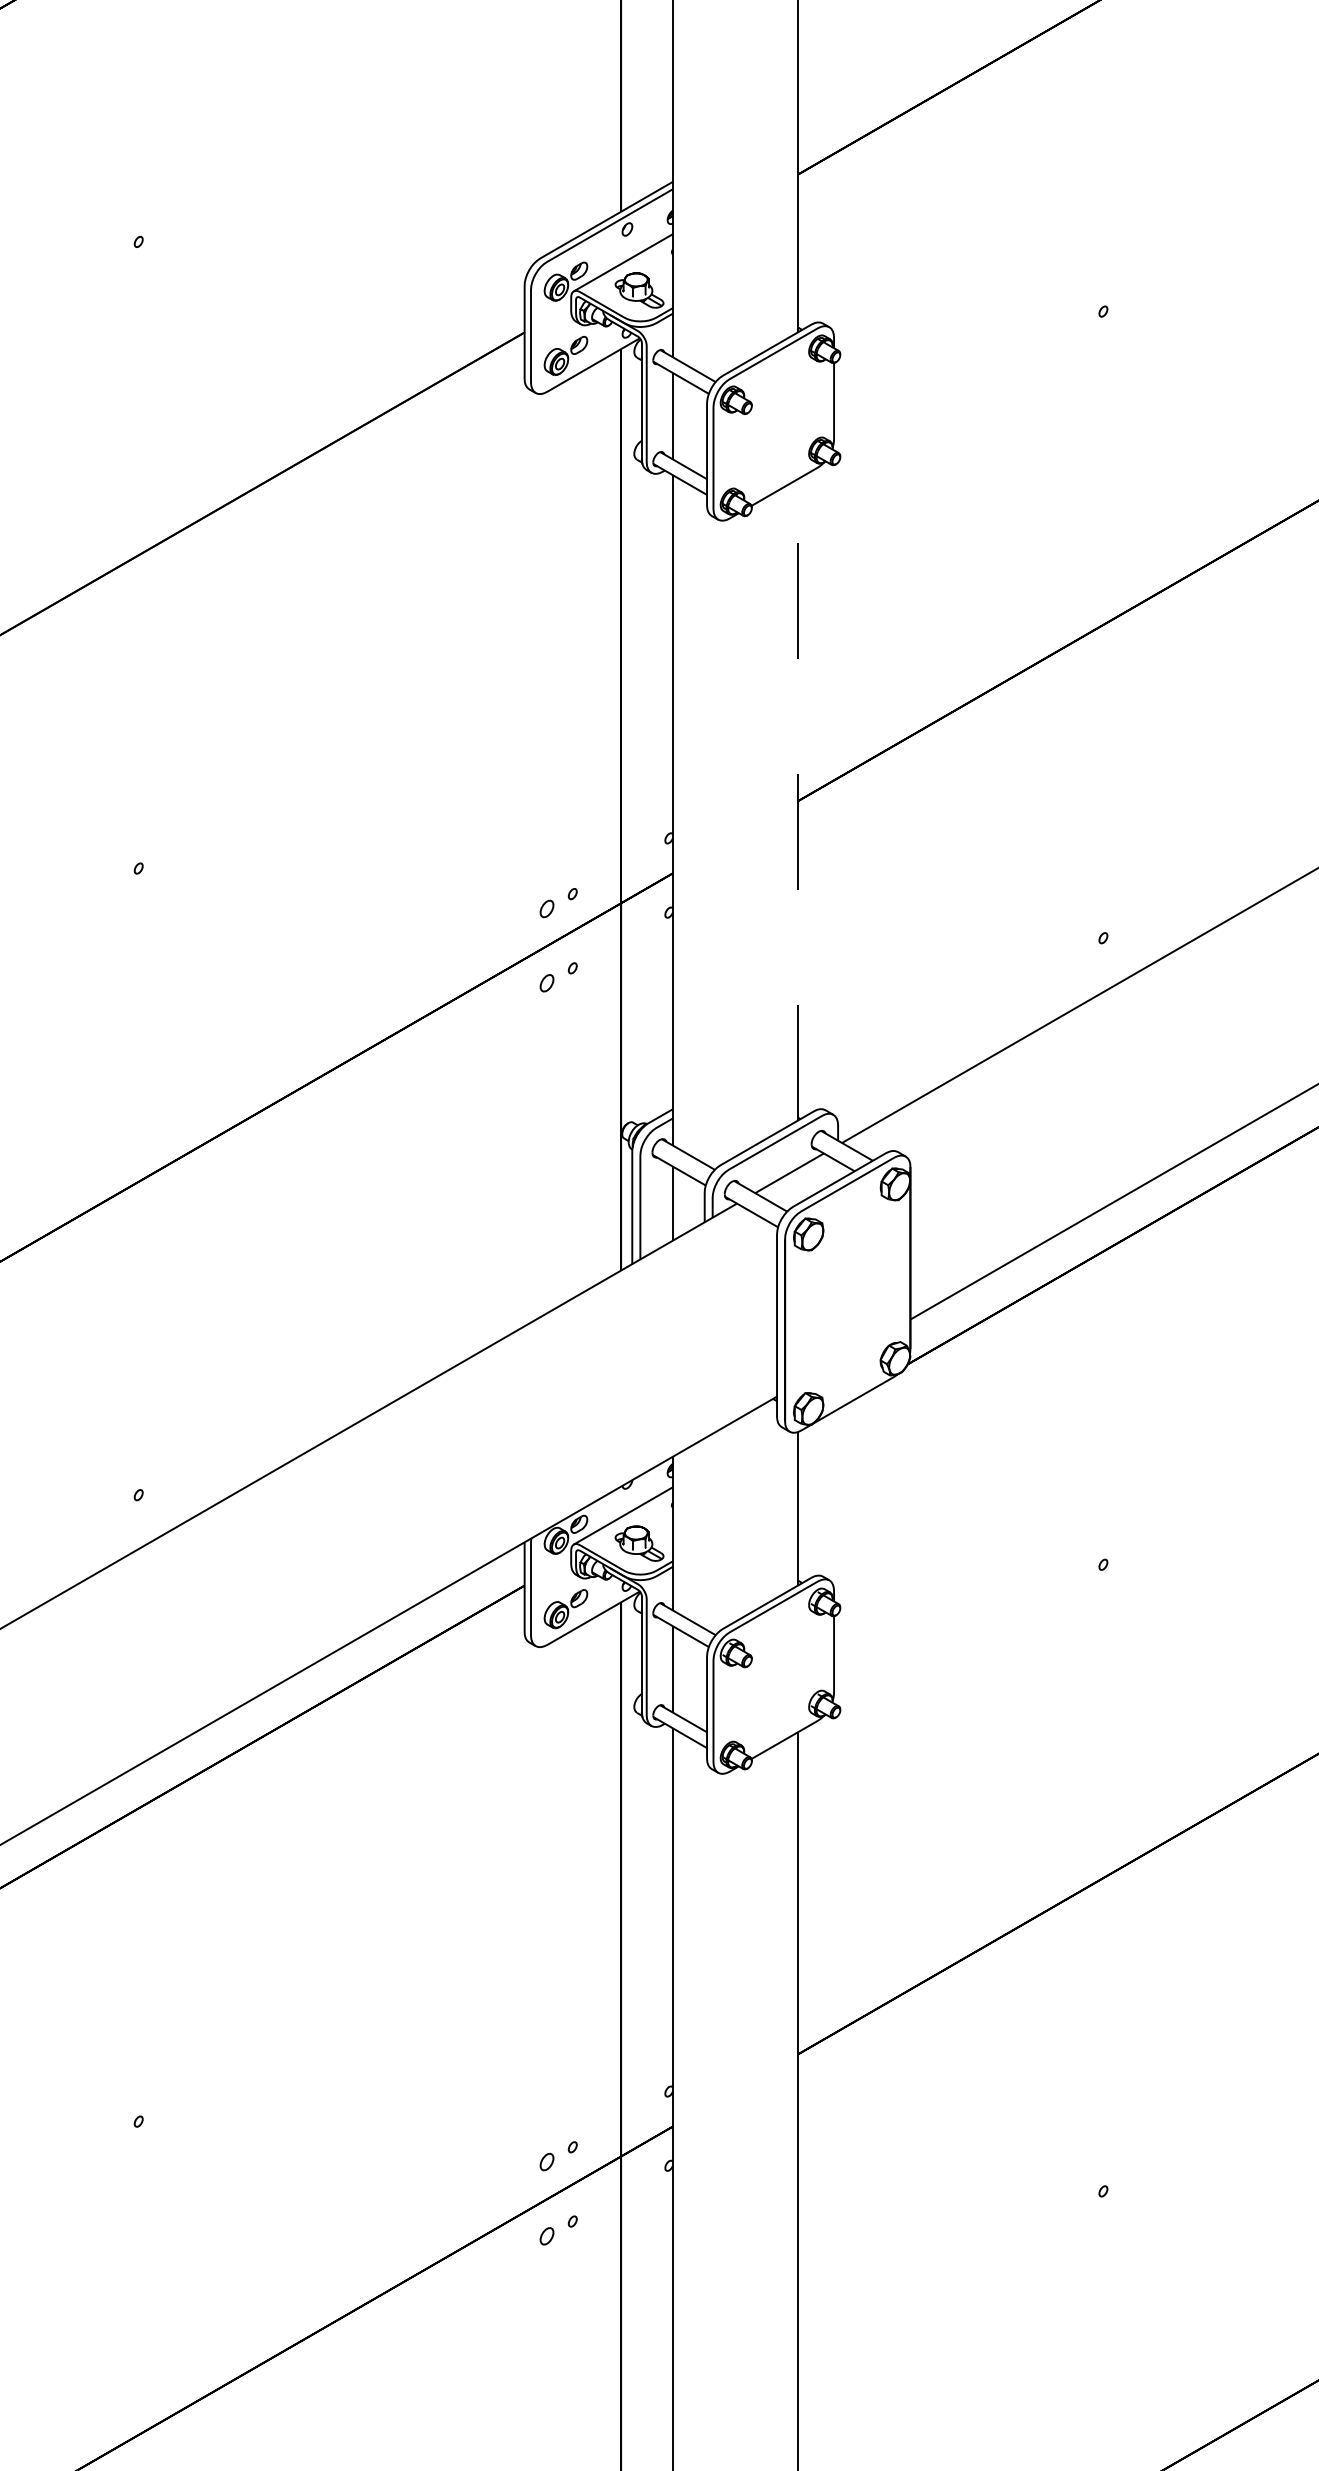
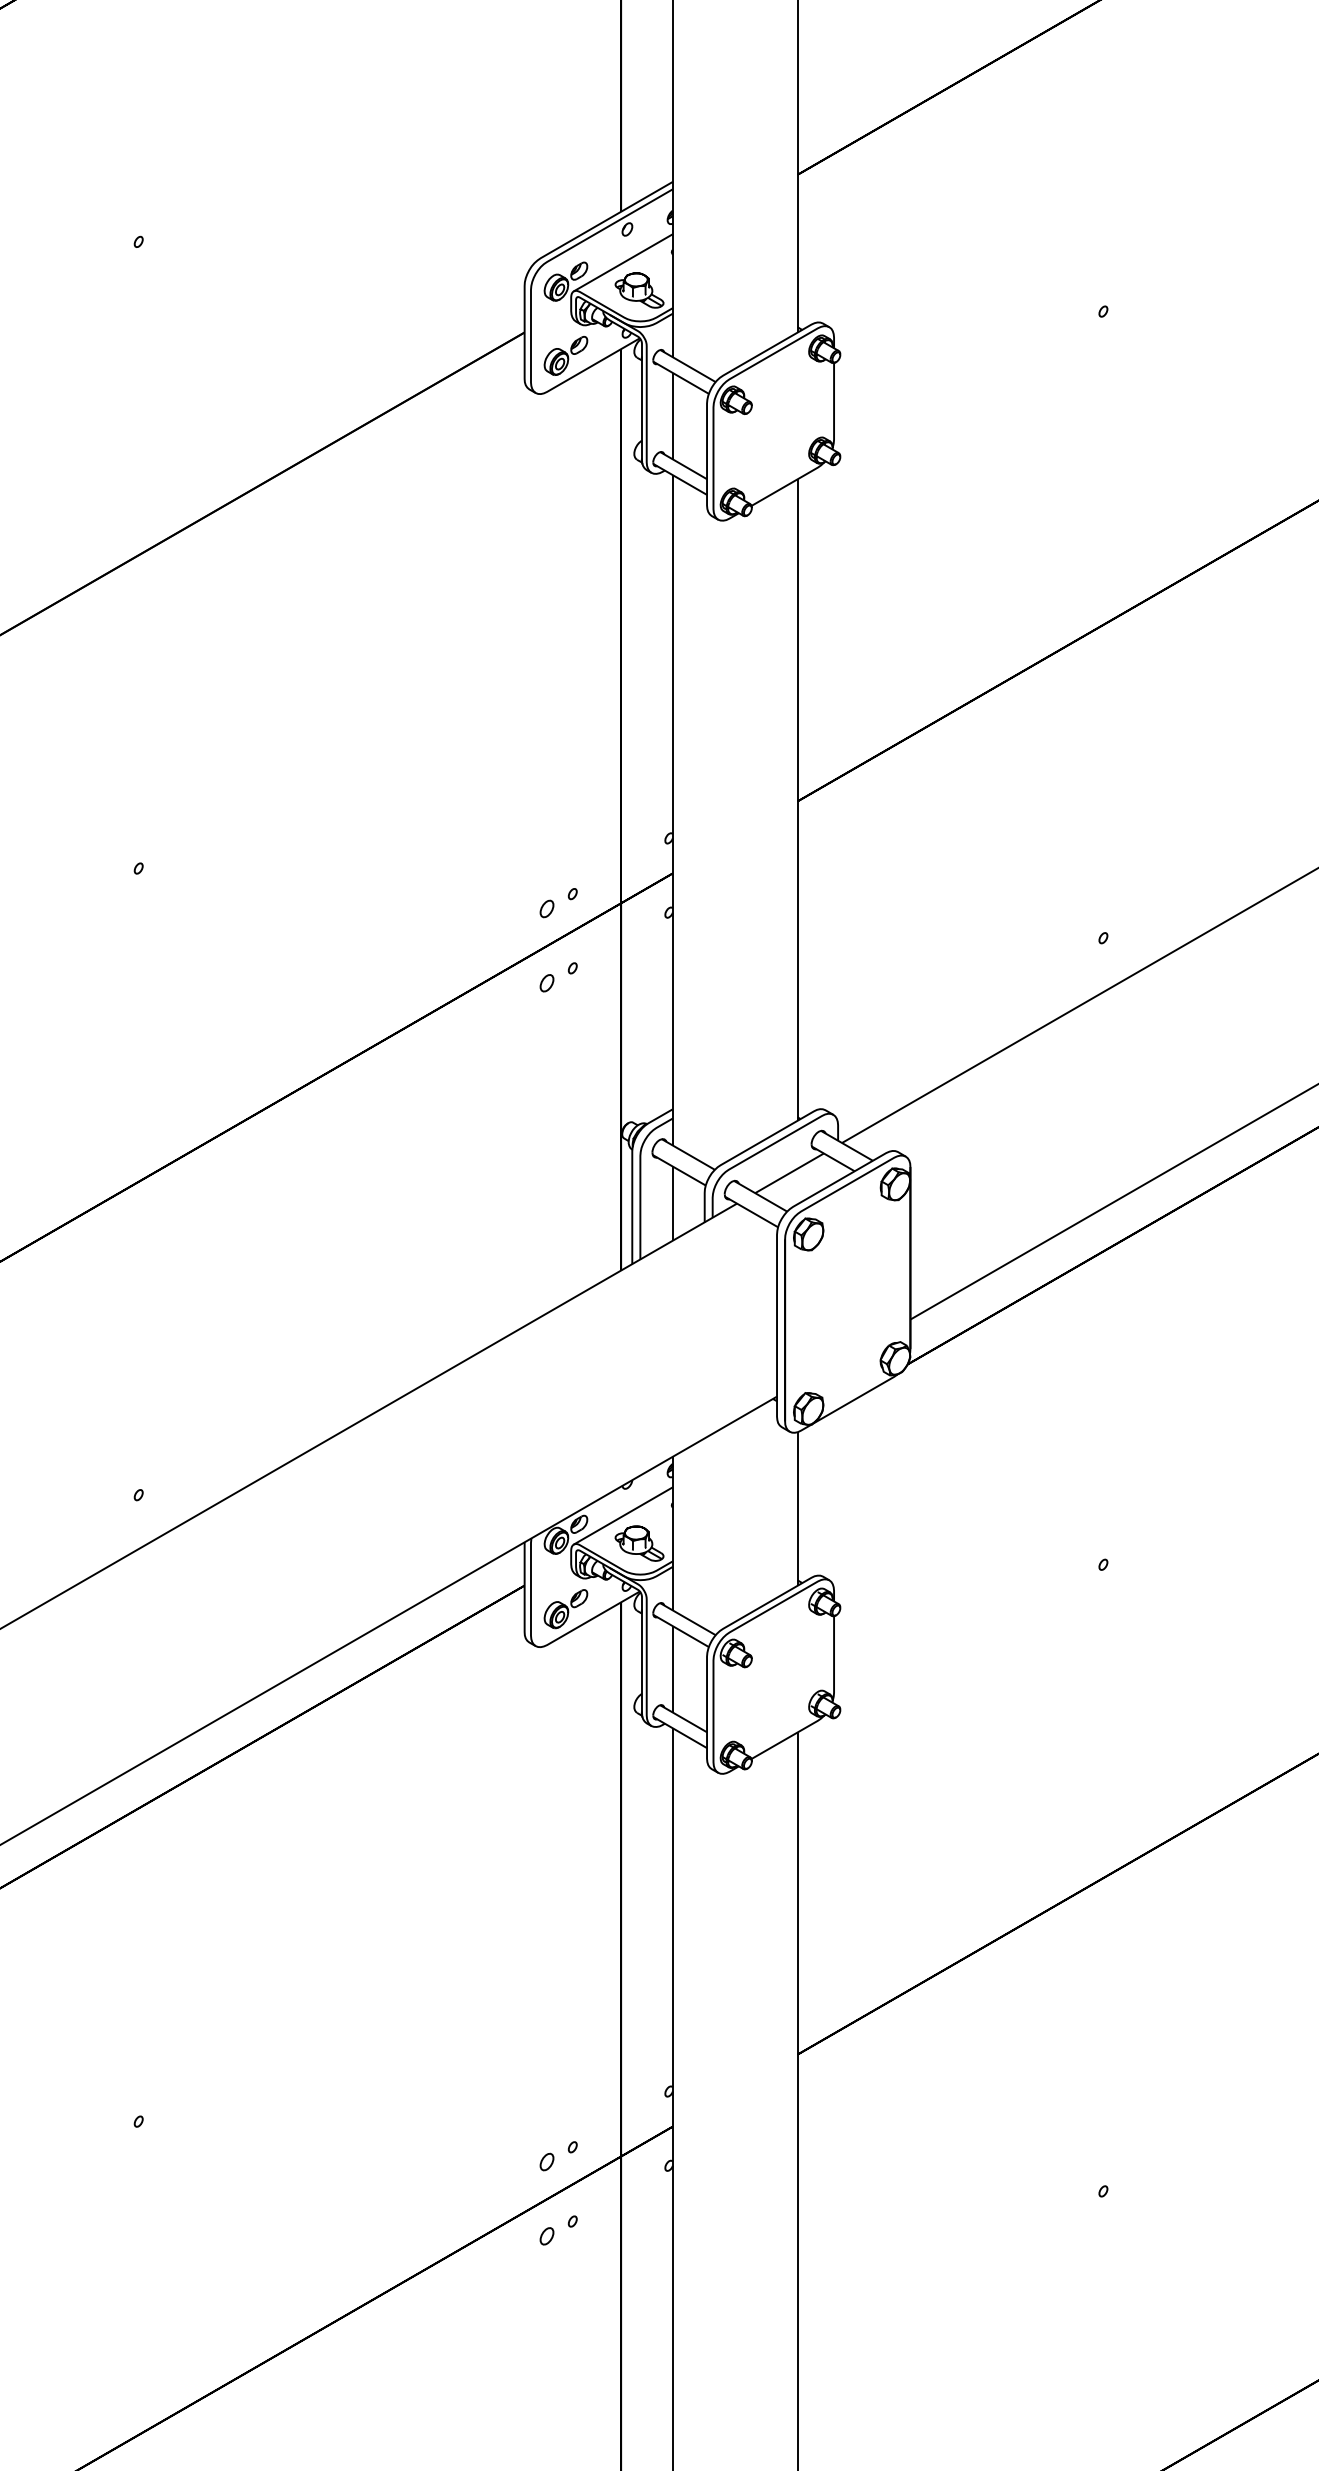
line at (797, 800): dashed -> solid
